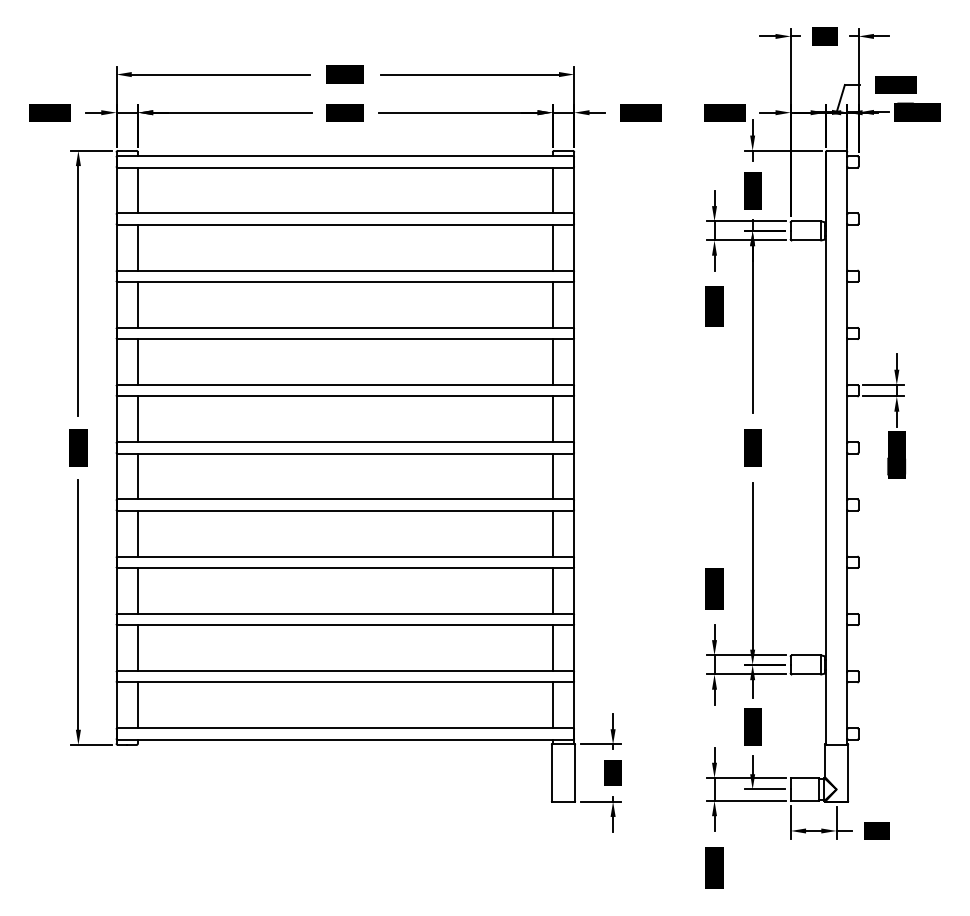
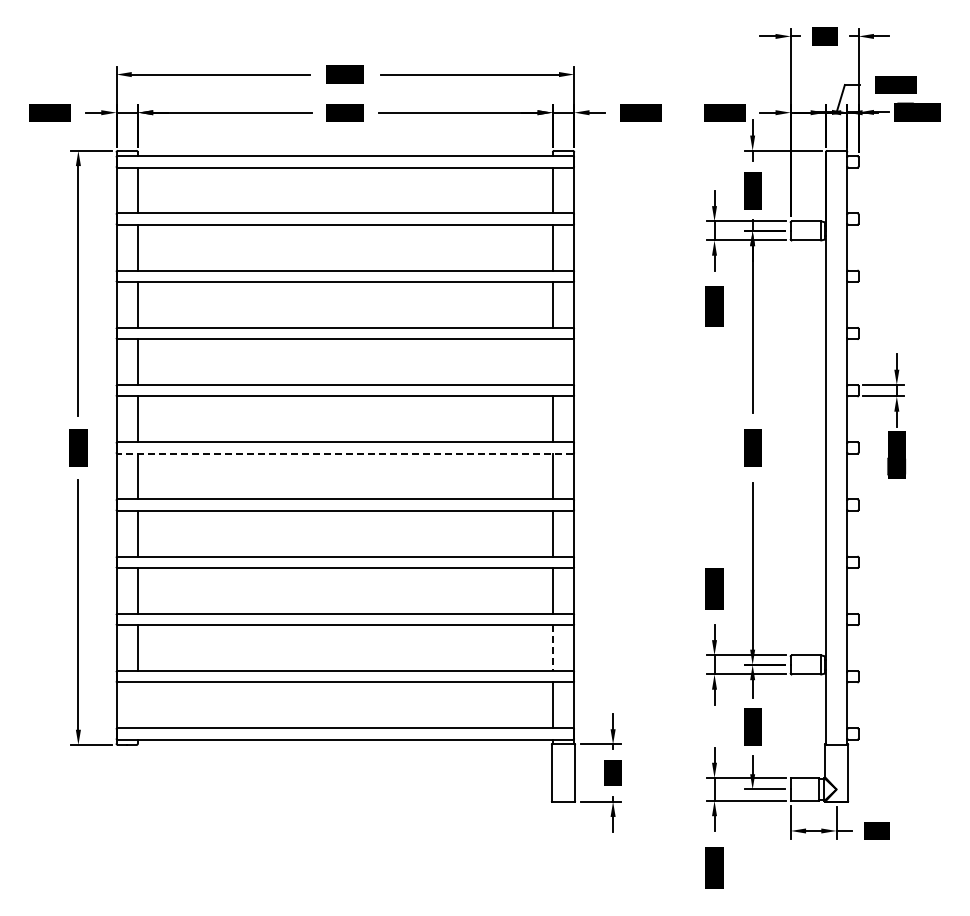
line at (552, 361): present -> none
line at (345, 453): solid -> dashed
line at (552, 648): solid -> dashed
line at (137, 705): present -> none
